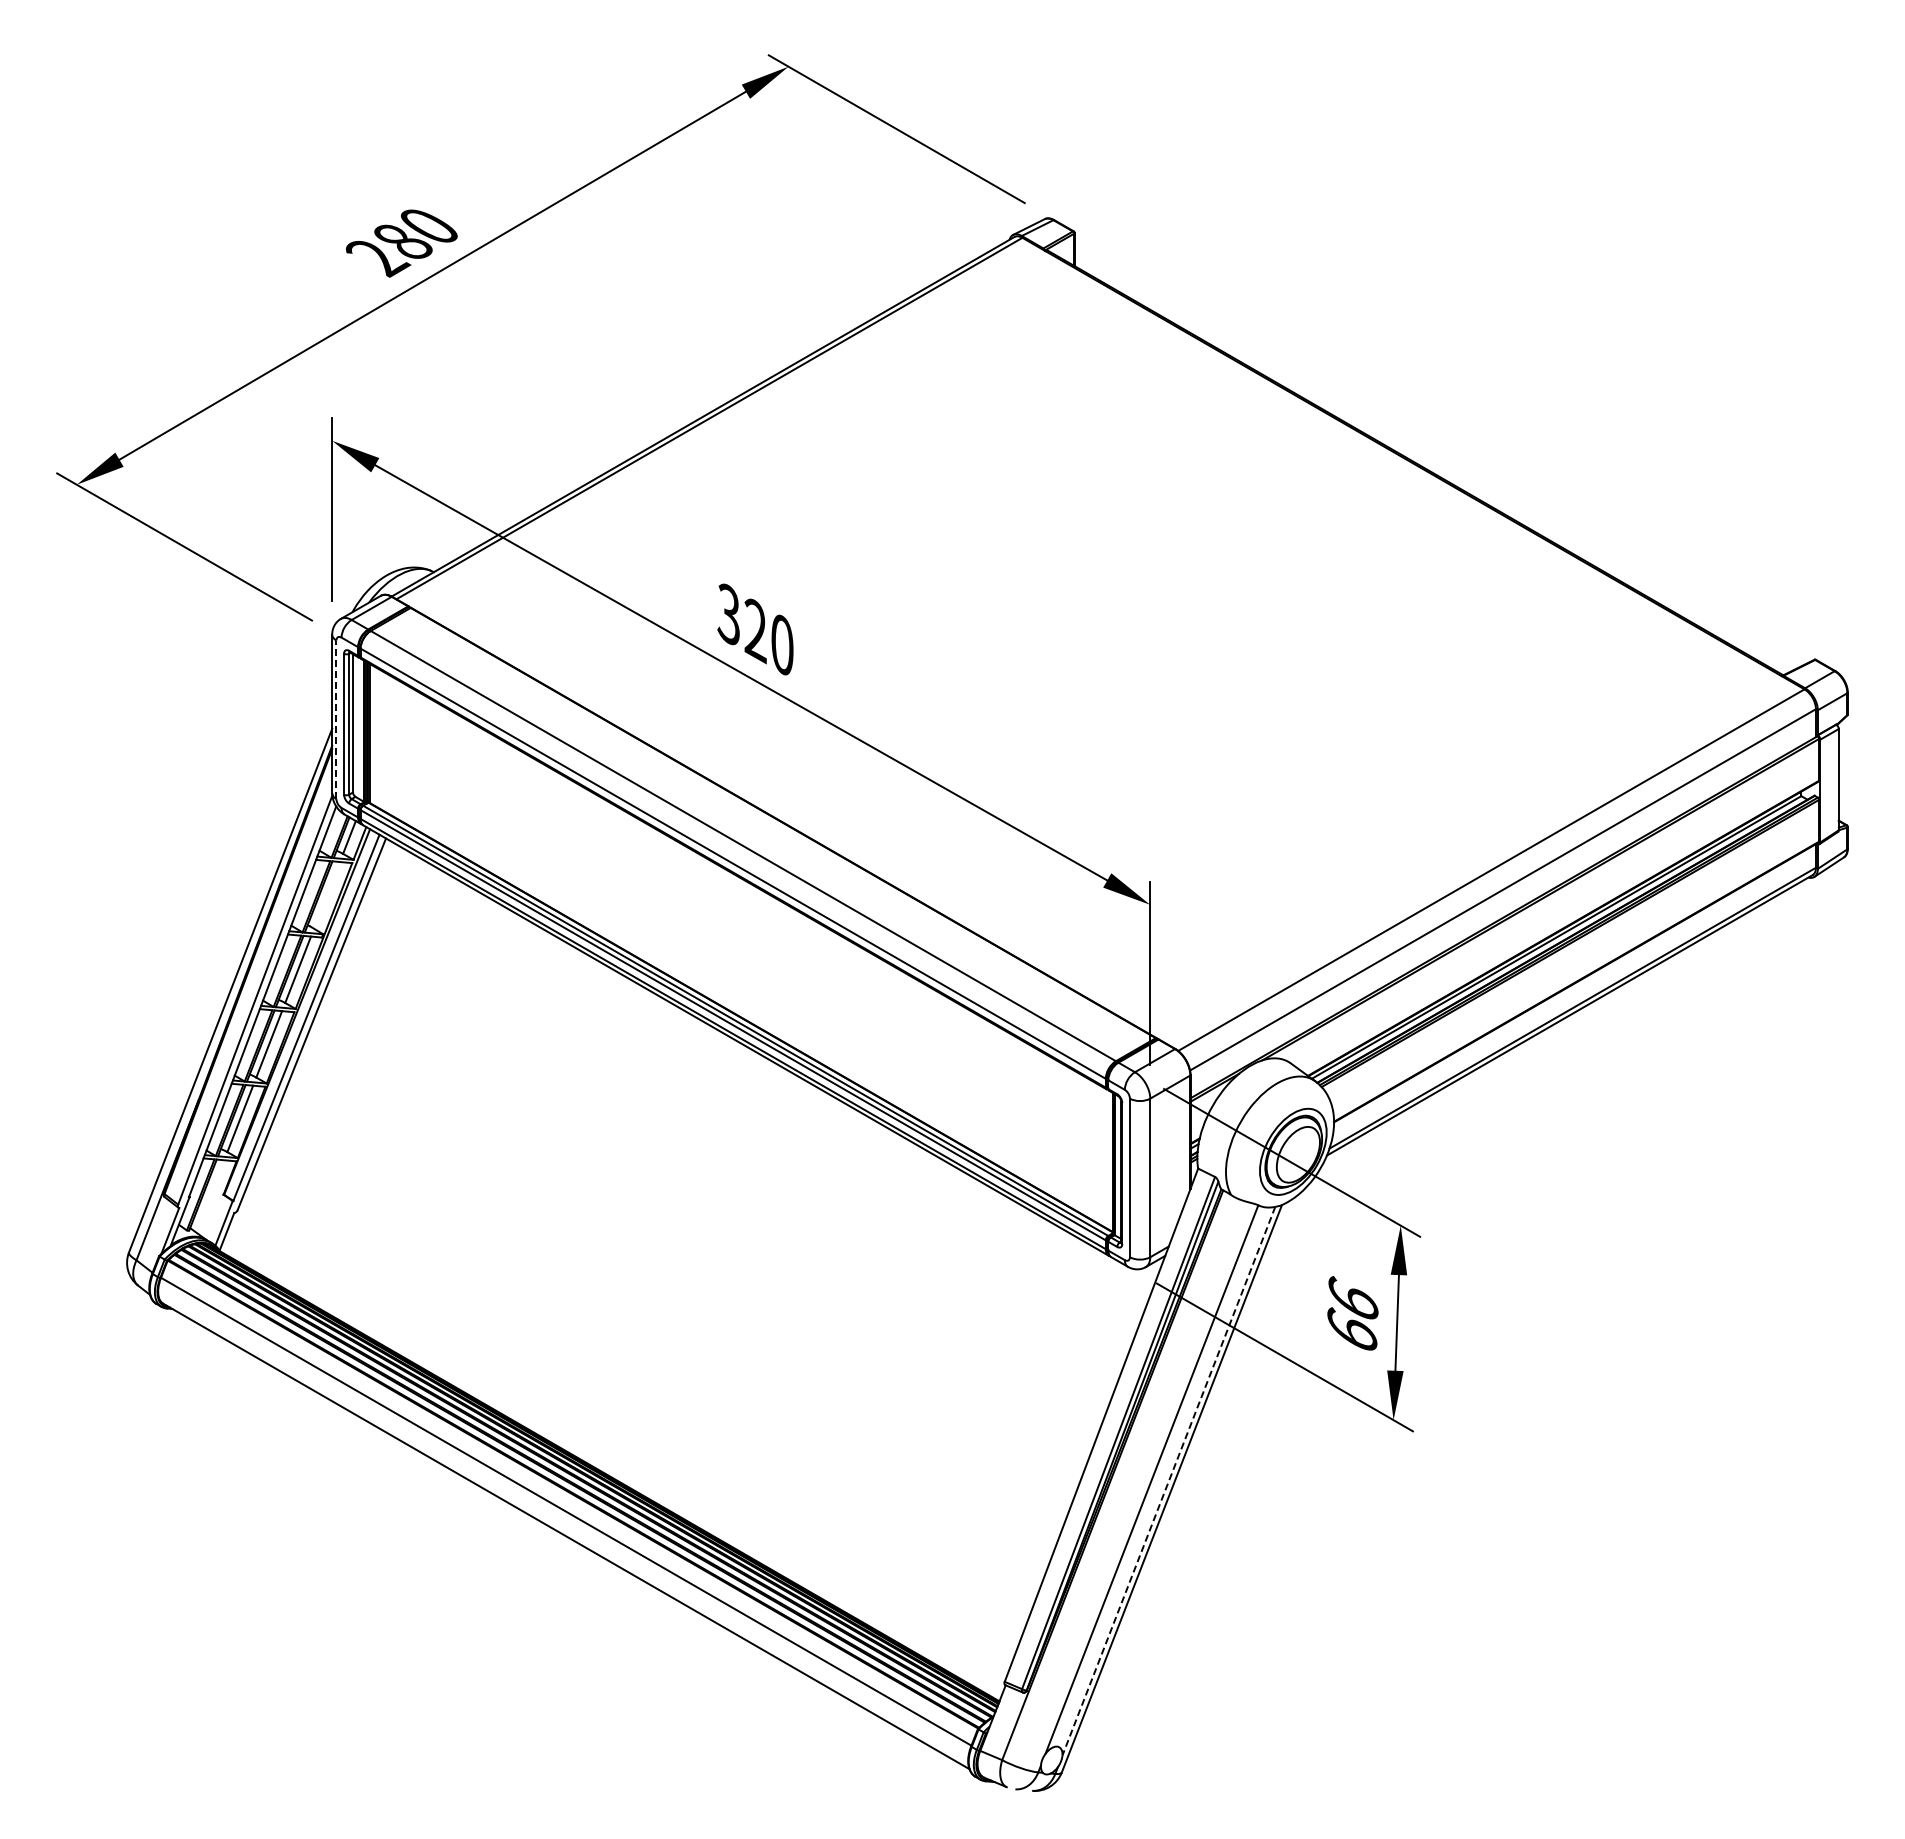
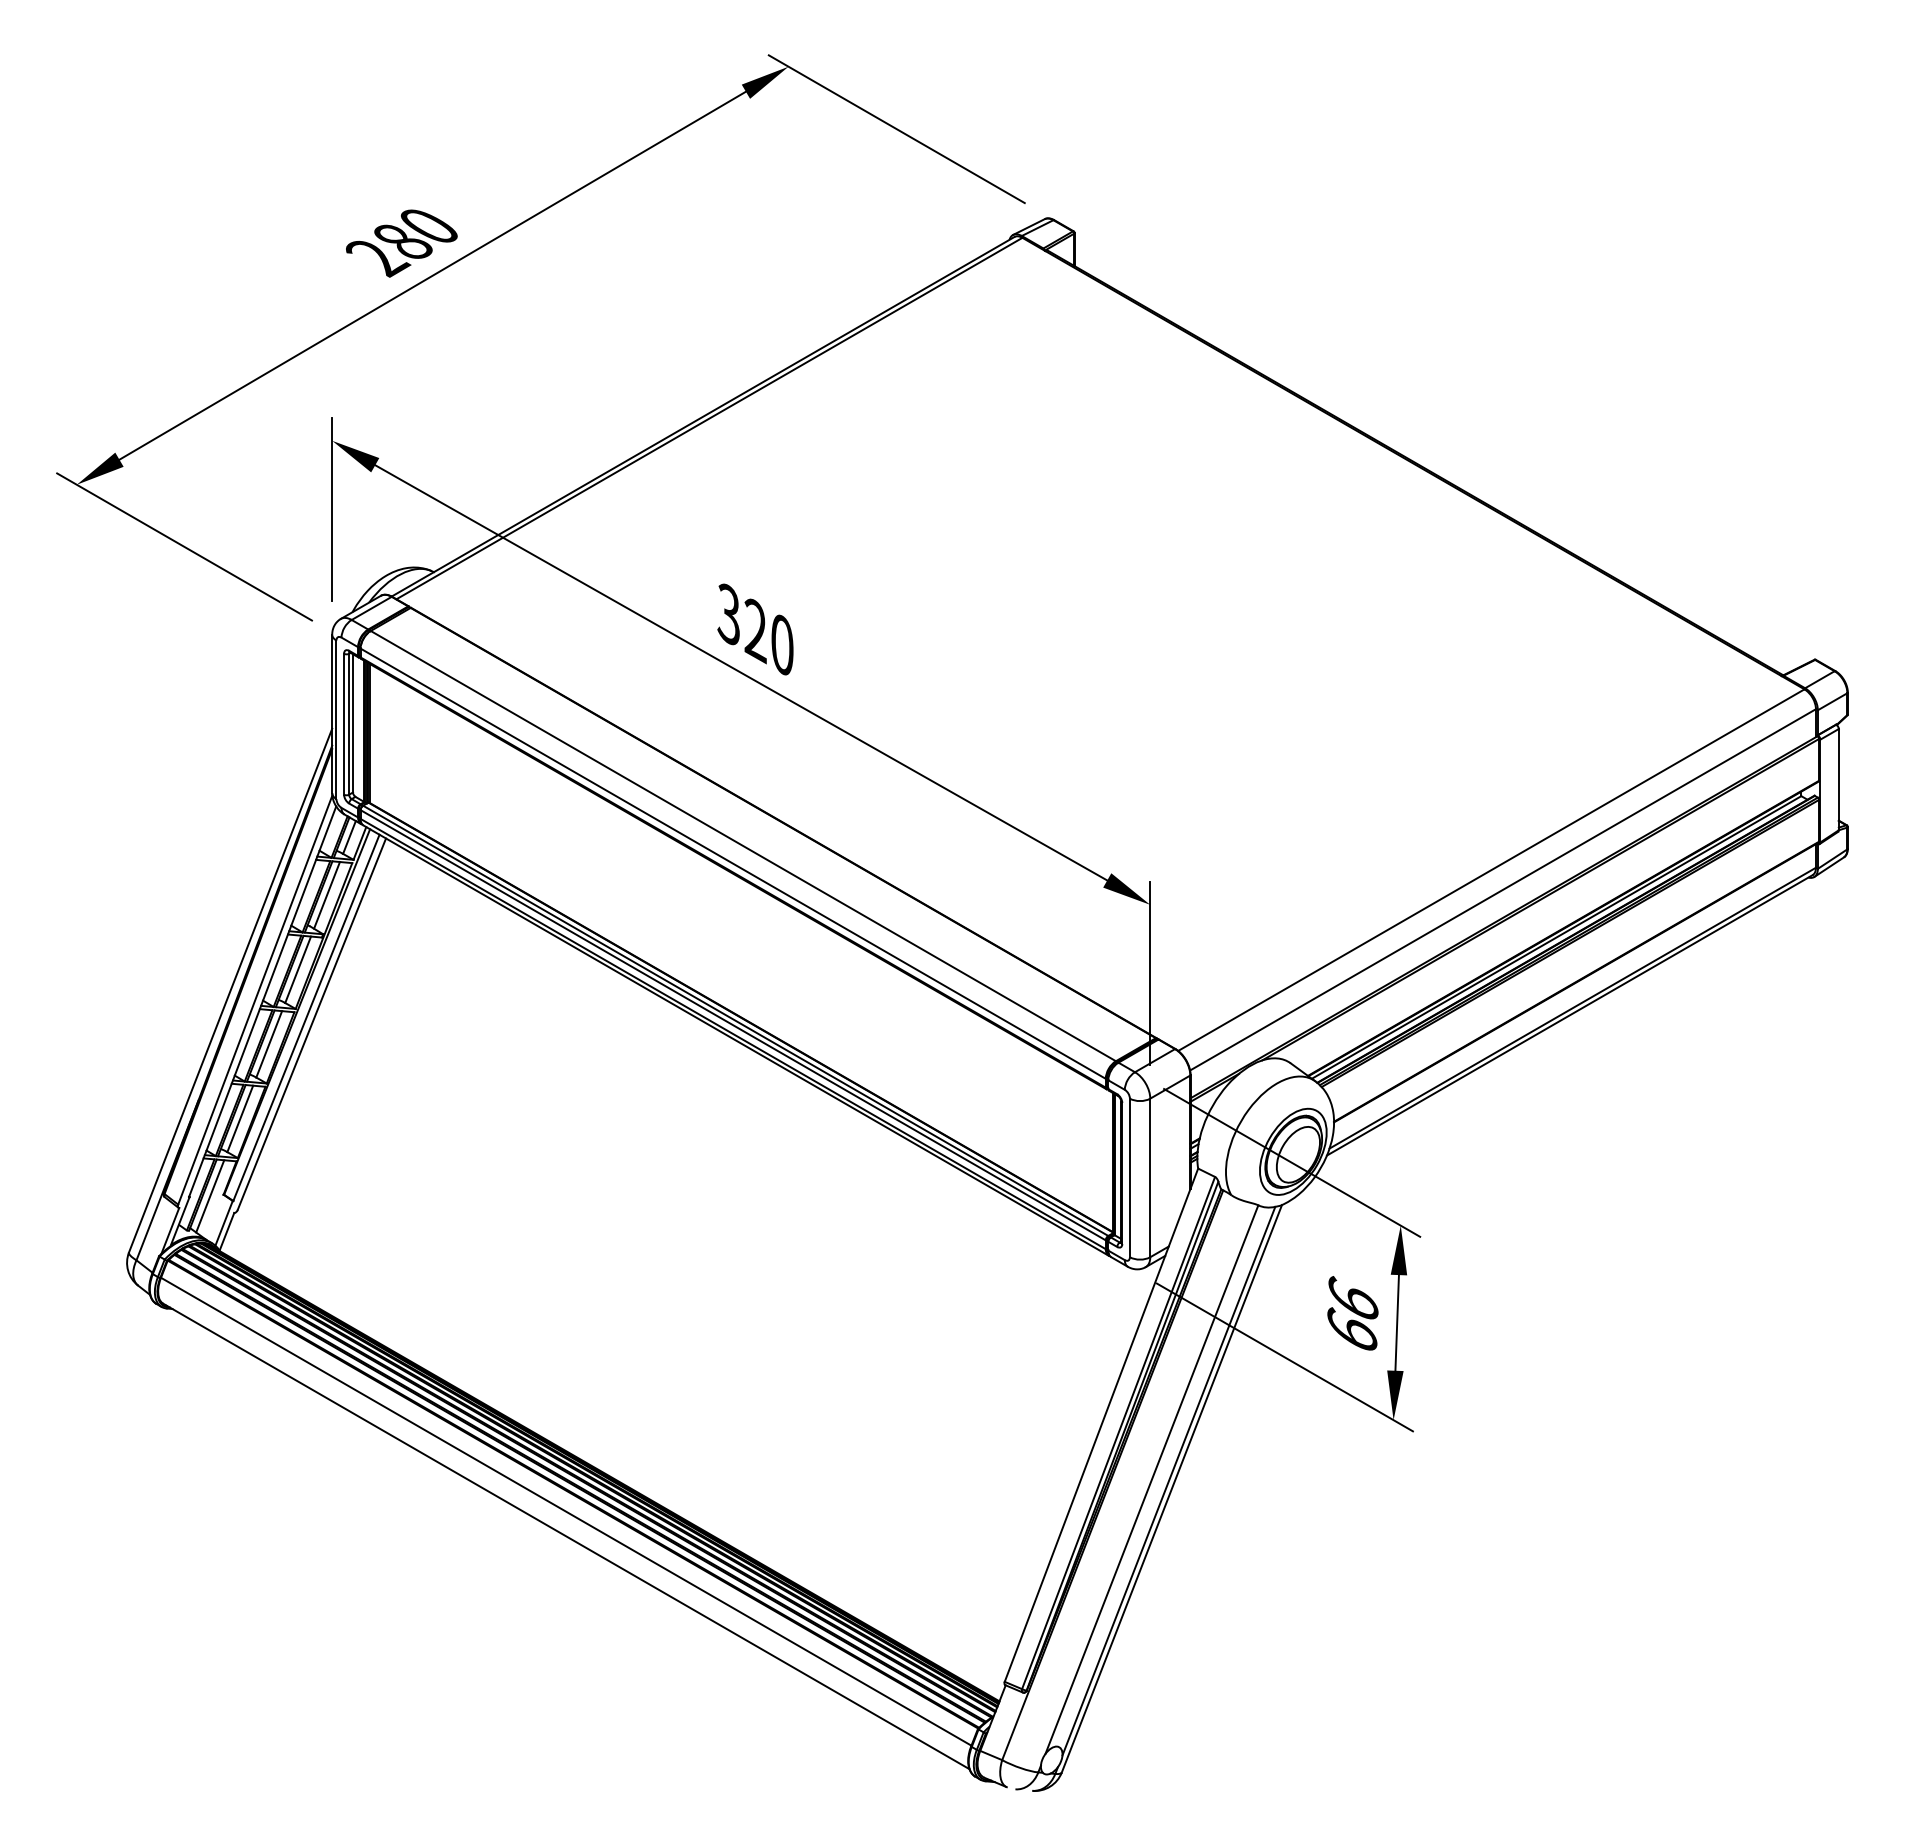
line at (336, 719): dashed -> solid
line at (326, 895): none -> present
line at (210, 1196): none -> present
line at (1168, 1481): dashed -> solid
